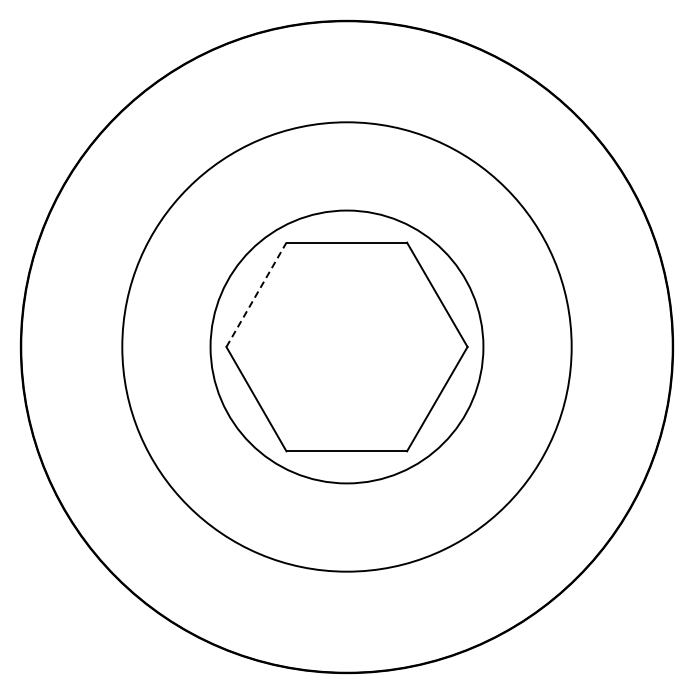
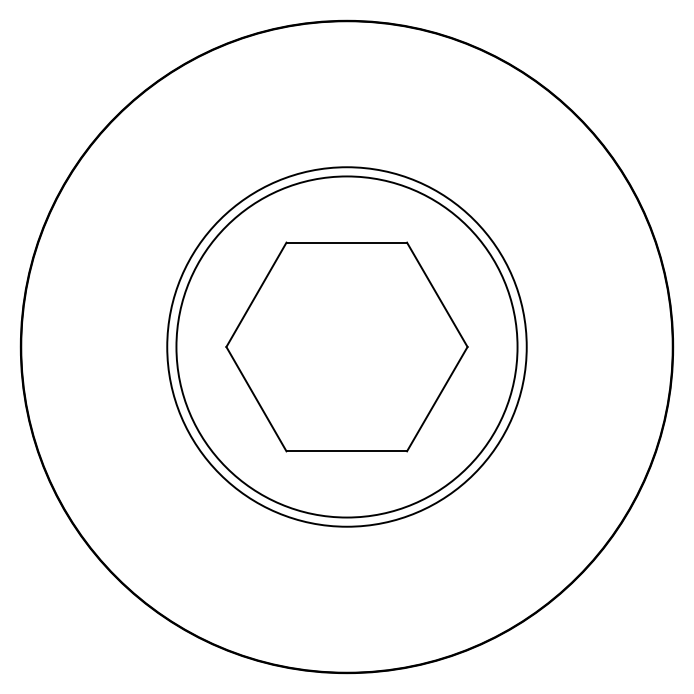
line at (256, 294): dashed -> solid
circle at (346, 346) diameter: 273 px -> 341 px
circle at (346, 346) diameter: 449 px -> 359 px
